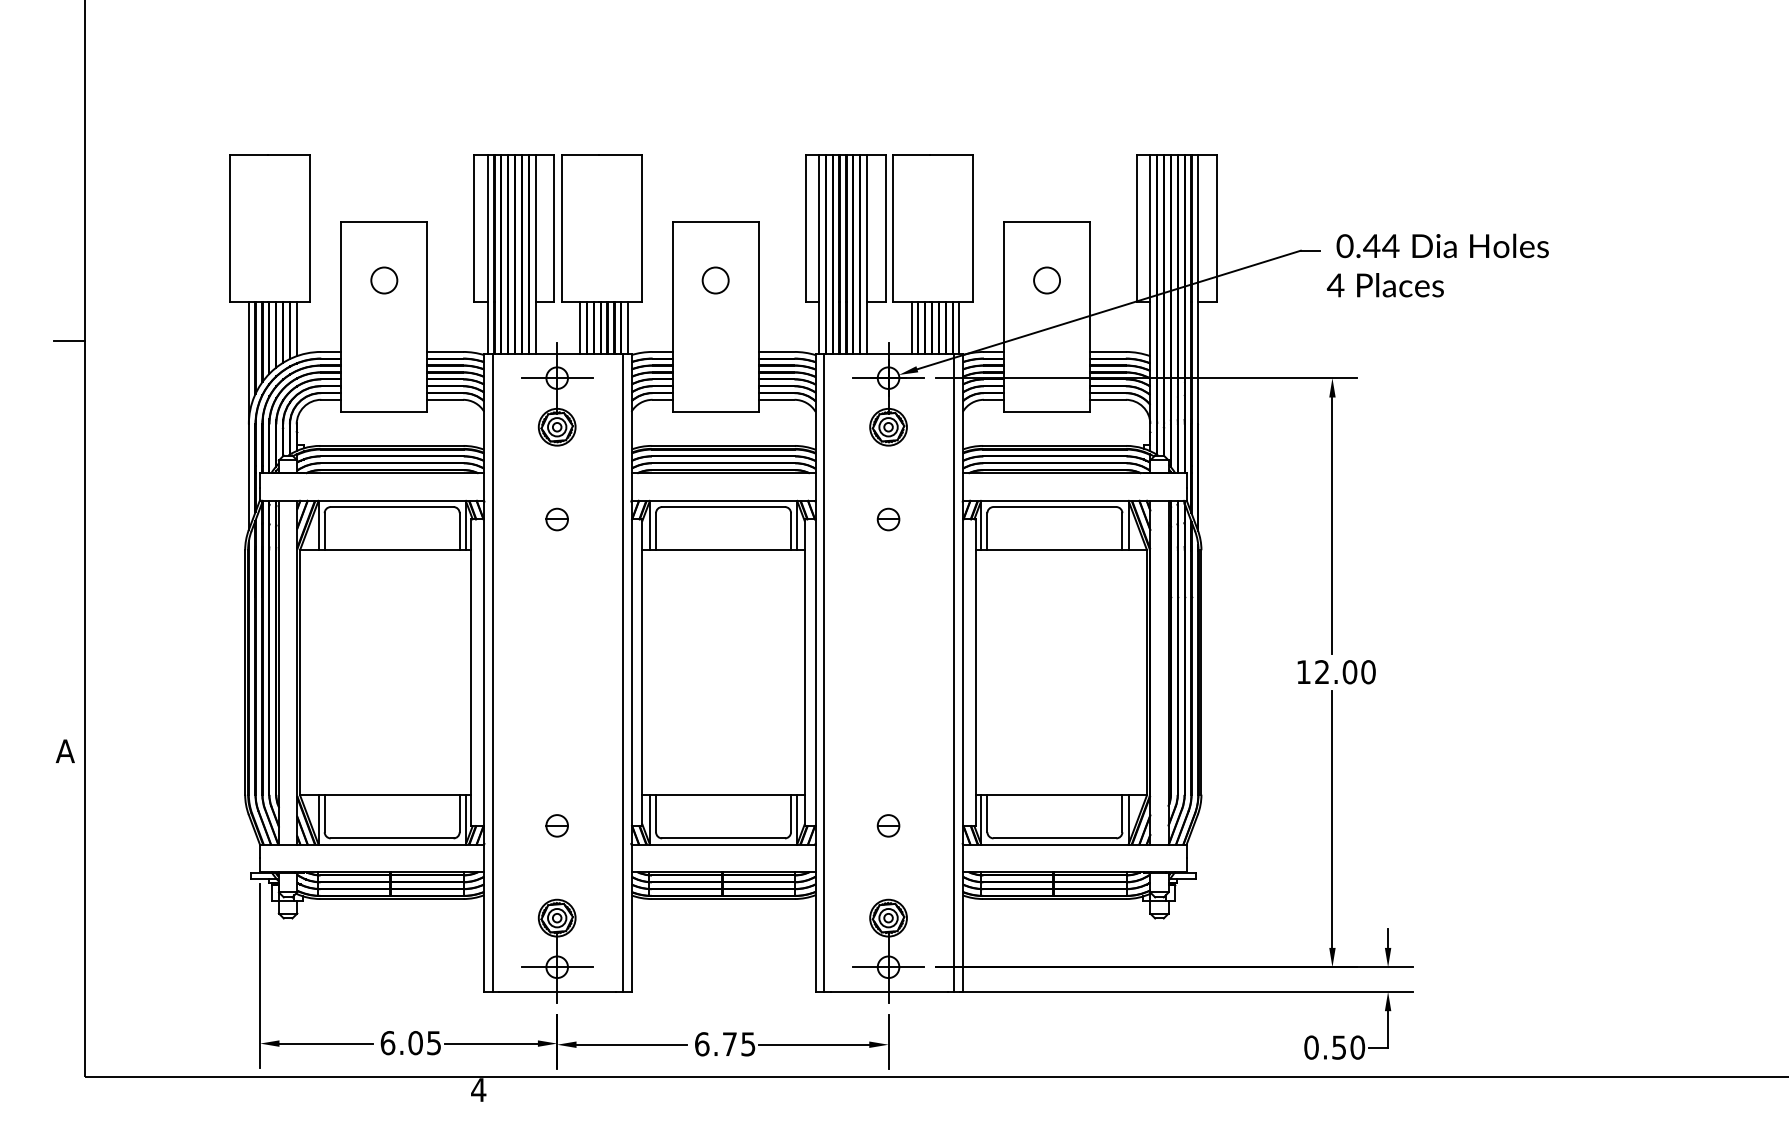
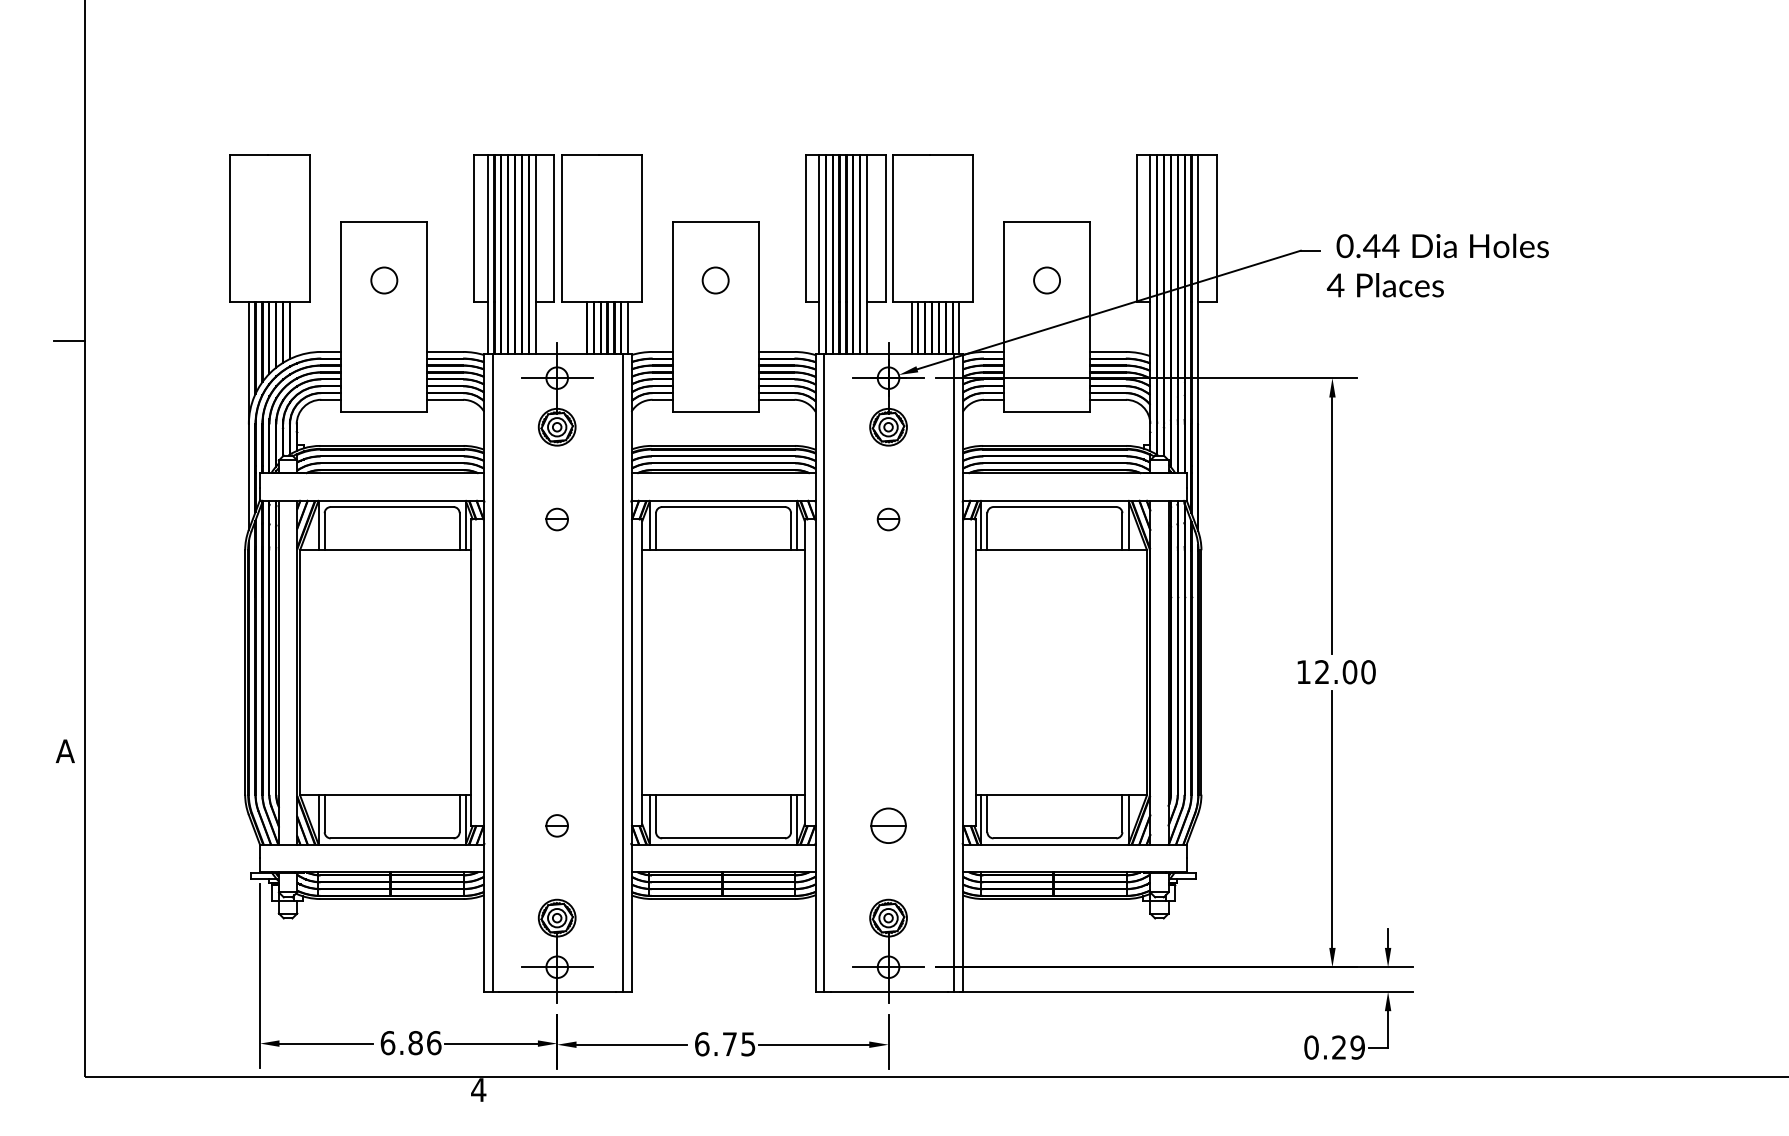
line at (580, 327): present -> none
line at (296, 329): present -> none
part at (888, 825) size: 25x24 px -> 37x37 px
text at (424, 1043): 6.05 -> 6.86
text at (1348, 1047): 0.50 -> 0.29
